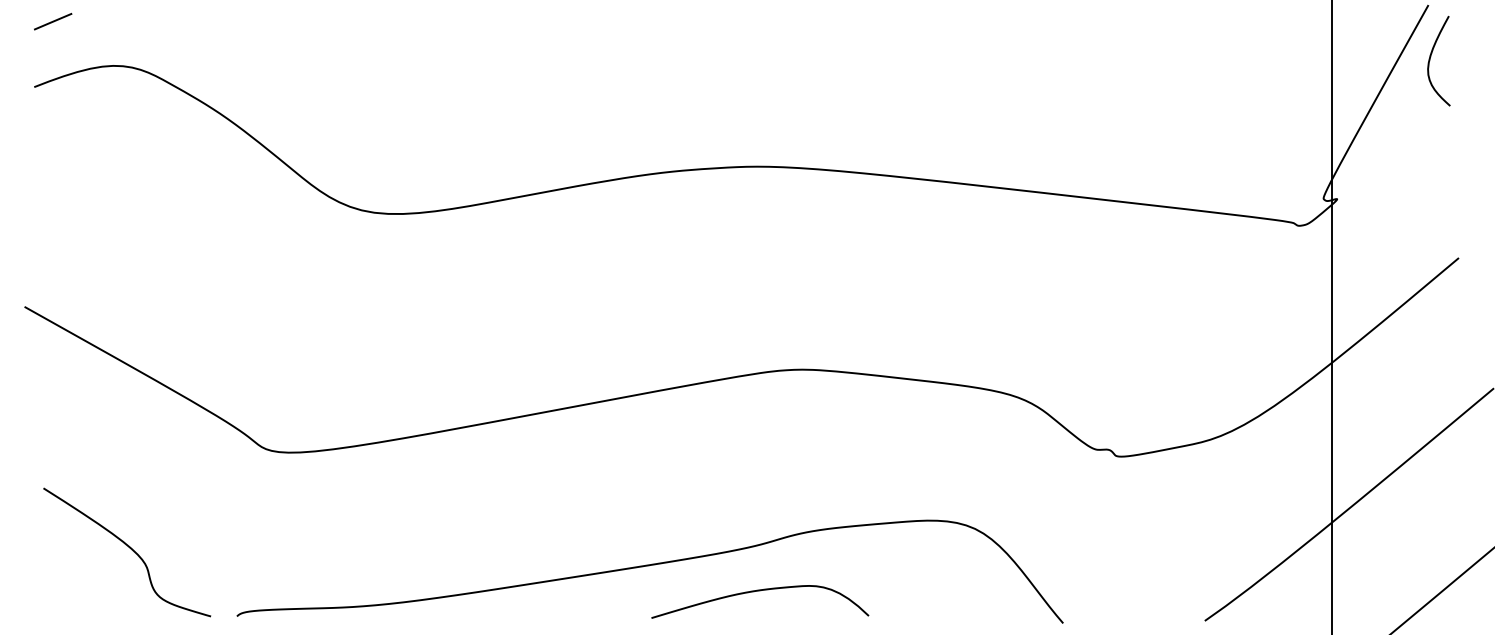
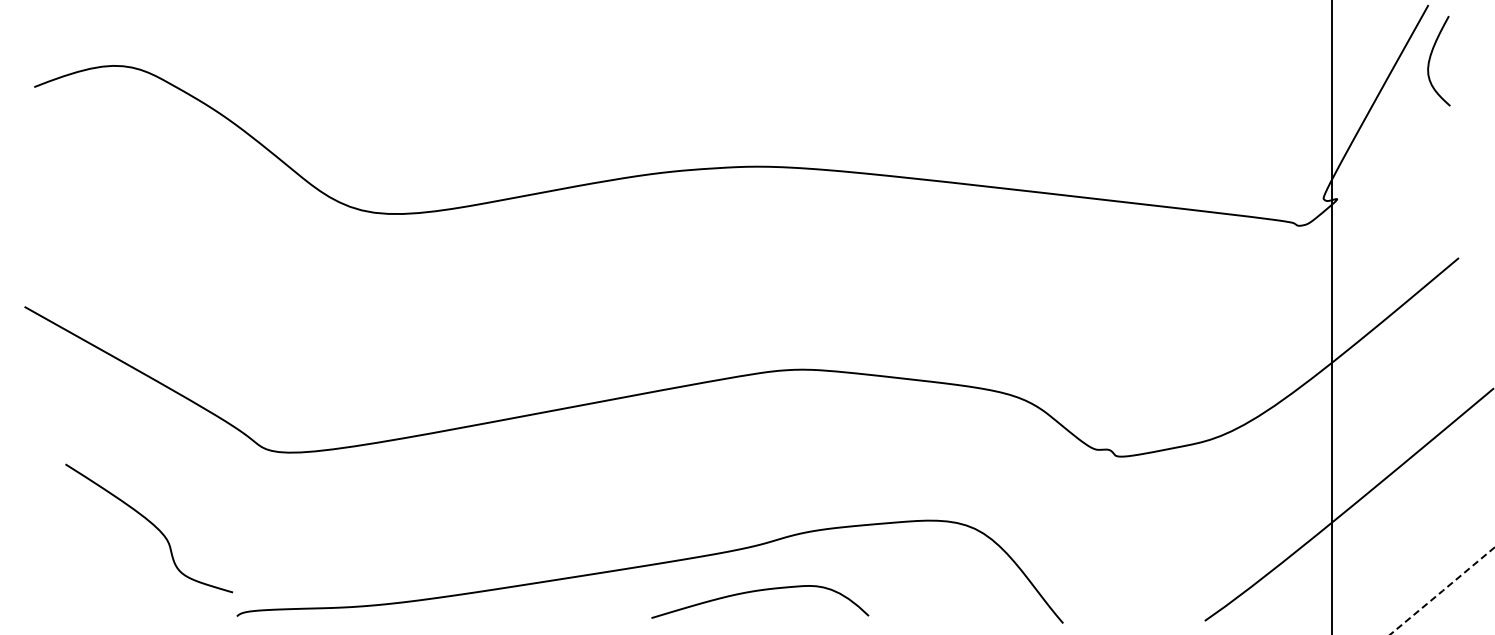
line at (53, 21): present -> none
curve at (130, 549) position: (130, 549) -> (152, 525)
line at (1442, 590): solid -> dashed
